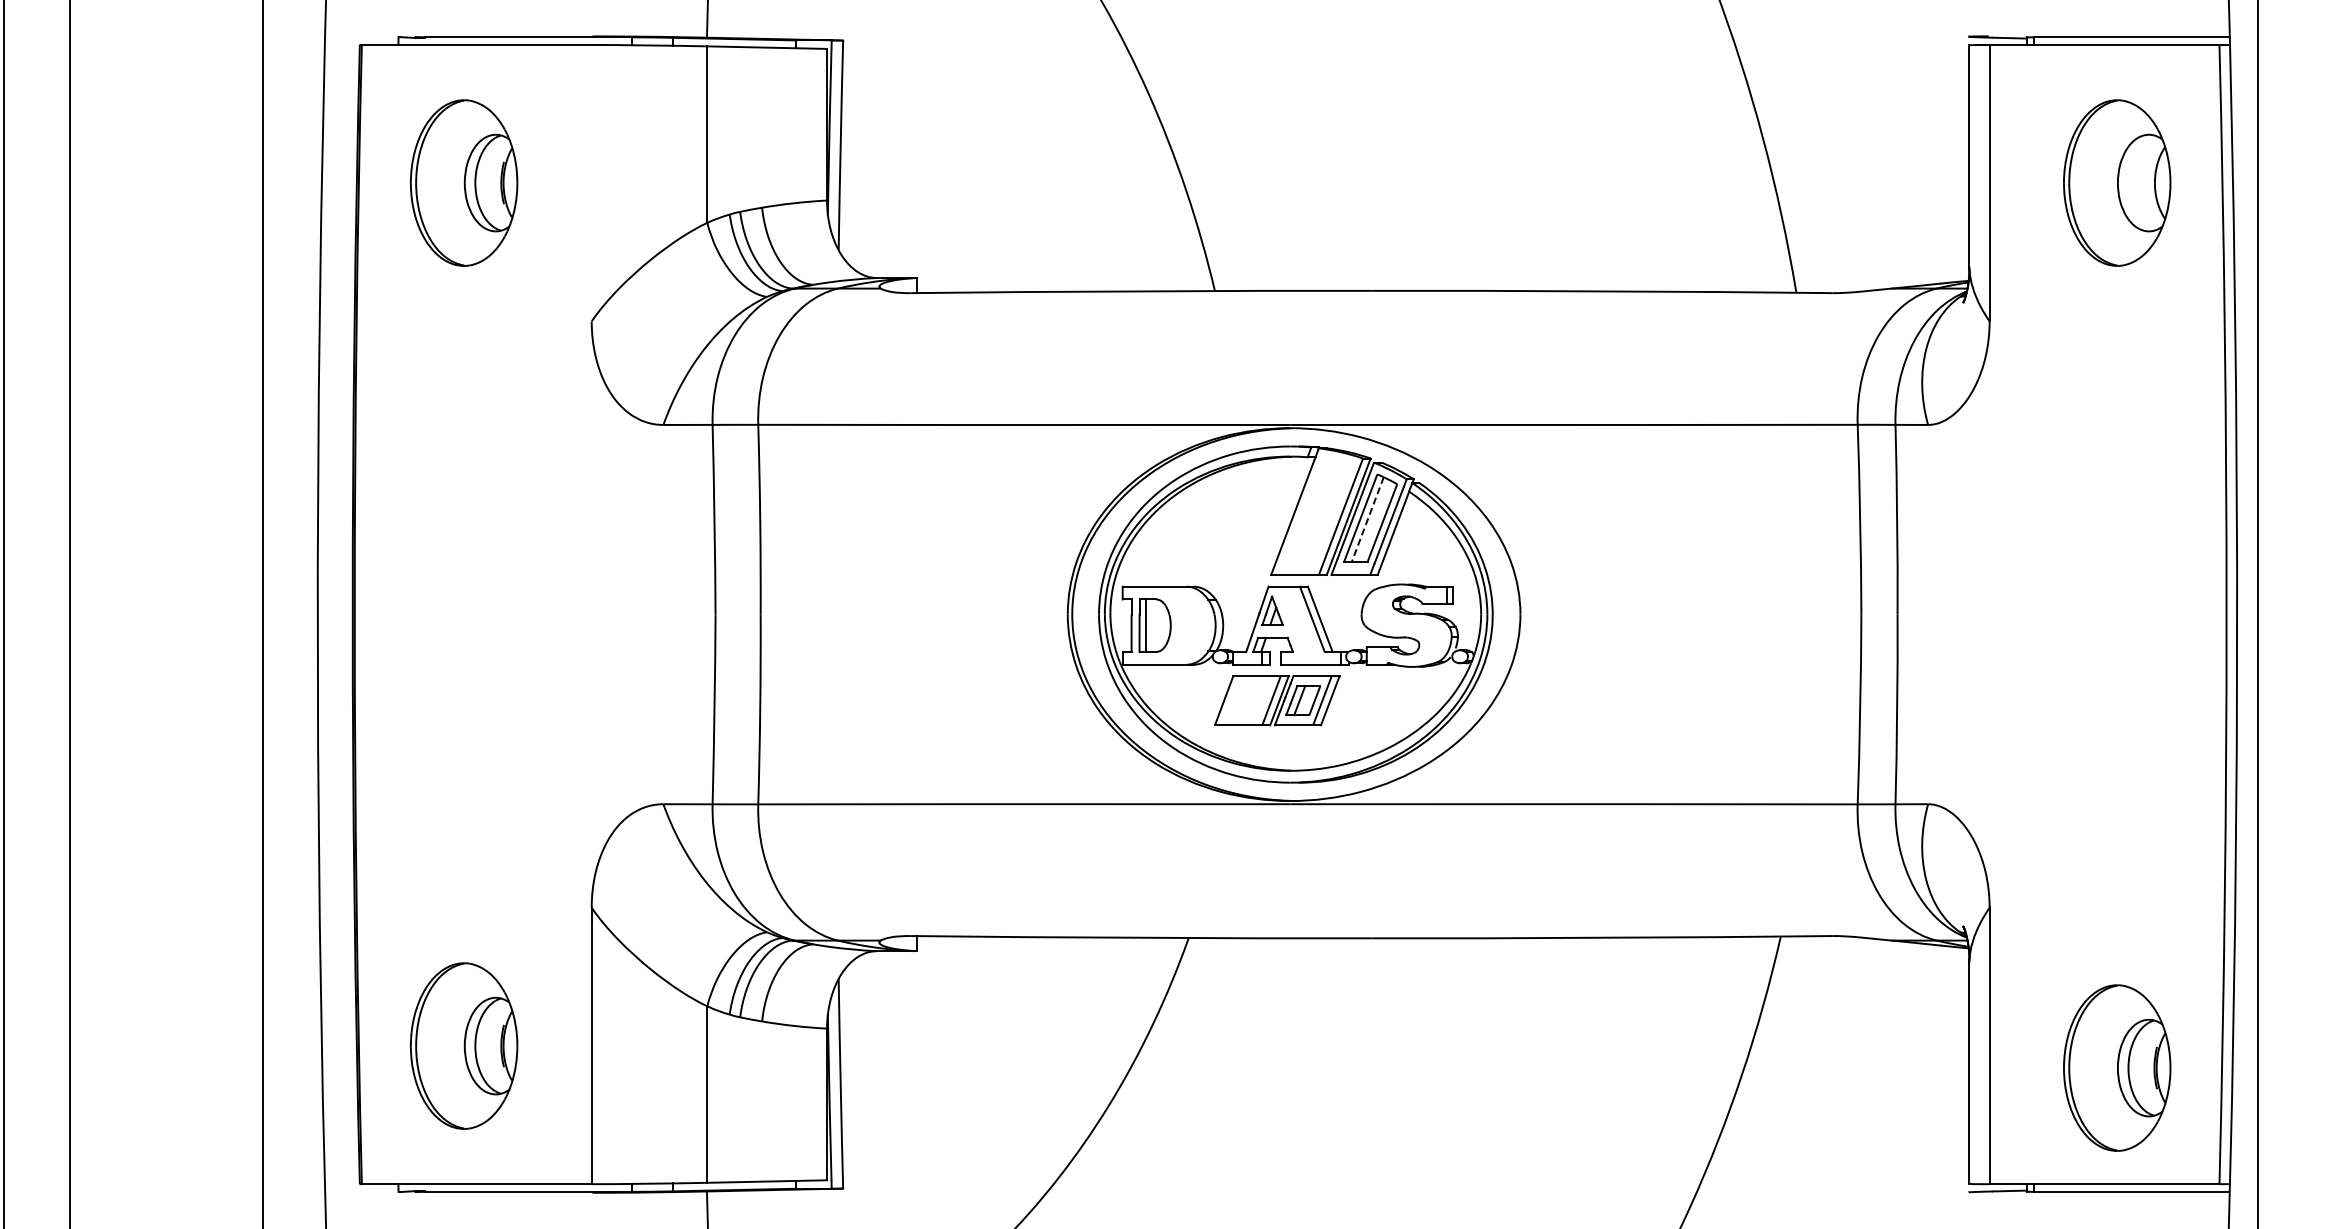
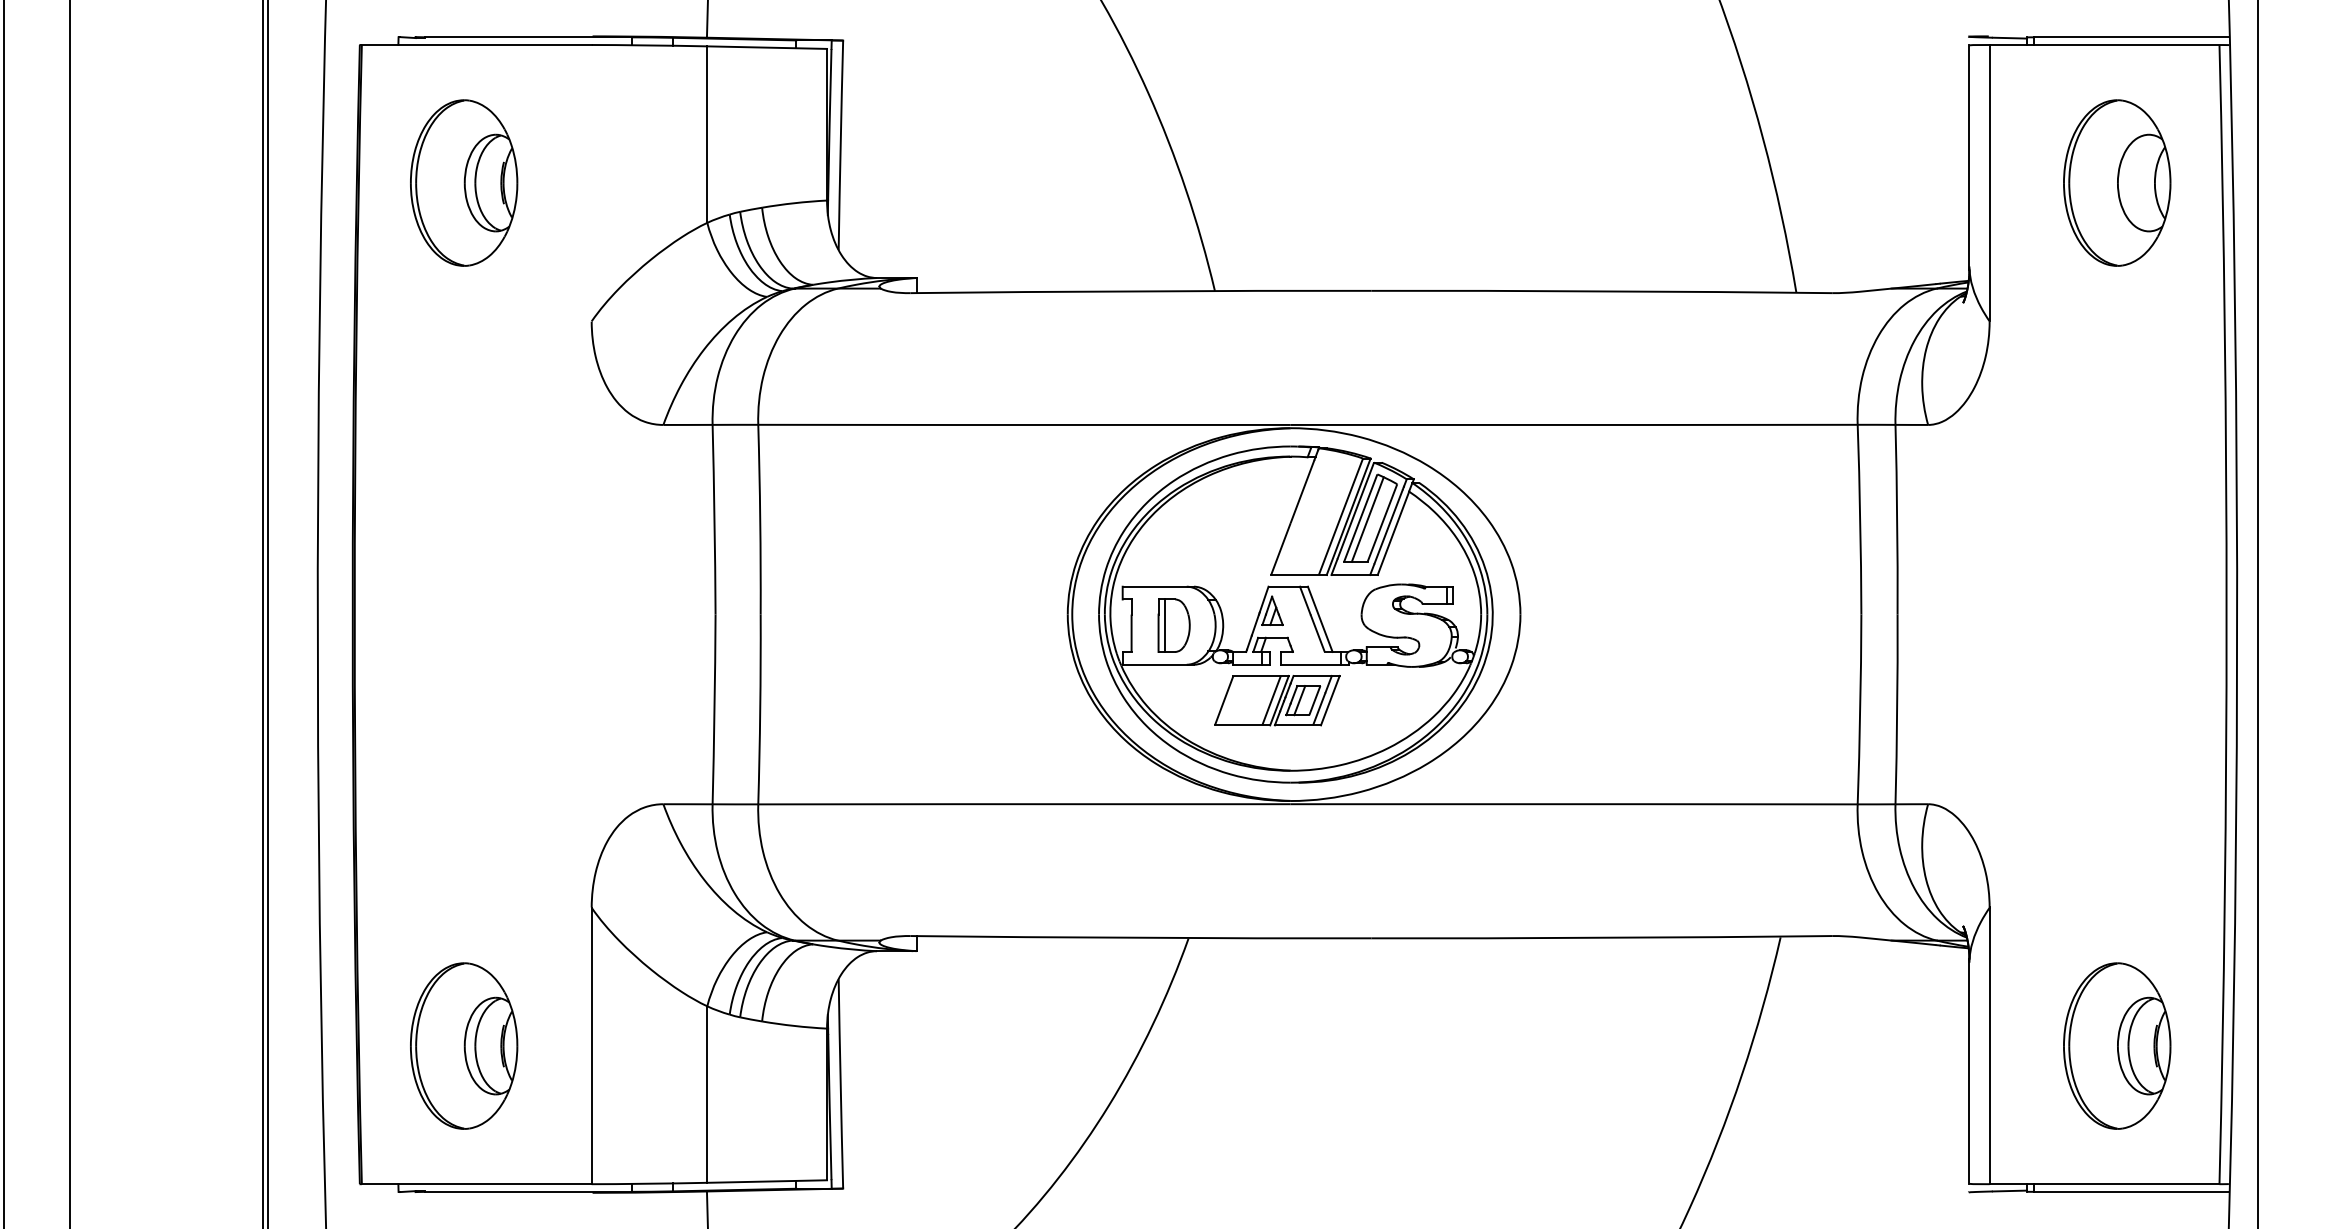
line at (1367, 520): dashed -> solid
line at (267, 613): none -> present
part at (1154, 625) position: (1154, 625) -> (1173, 625)
part at (2117, 1067) position: (2117, 1067) -> (2117, 1045)
